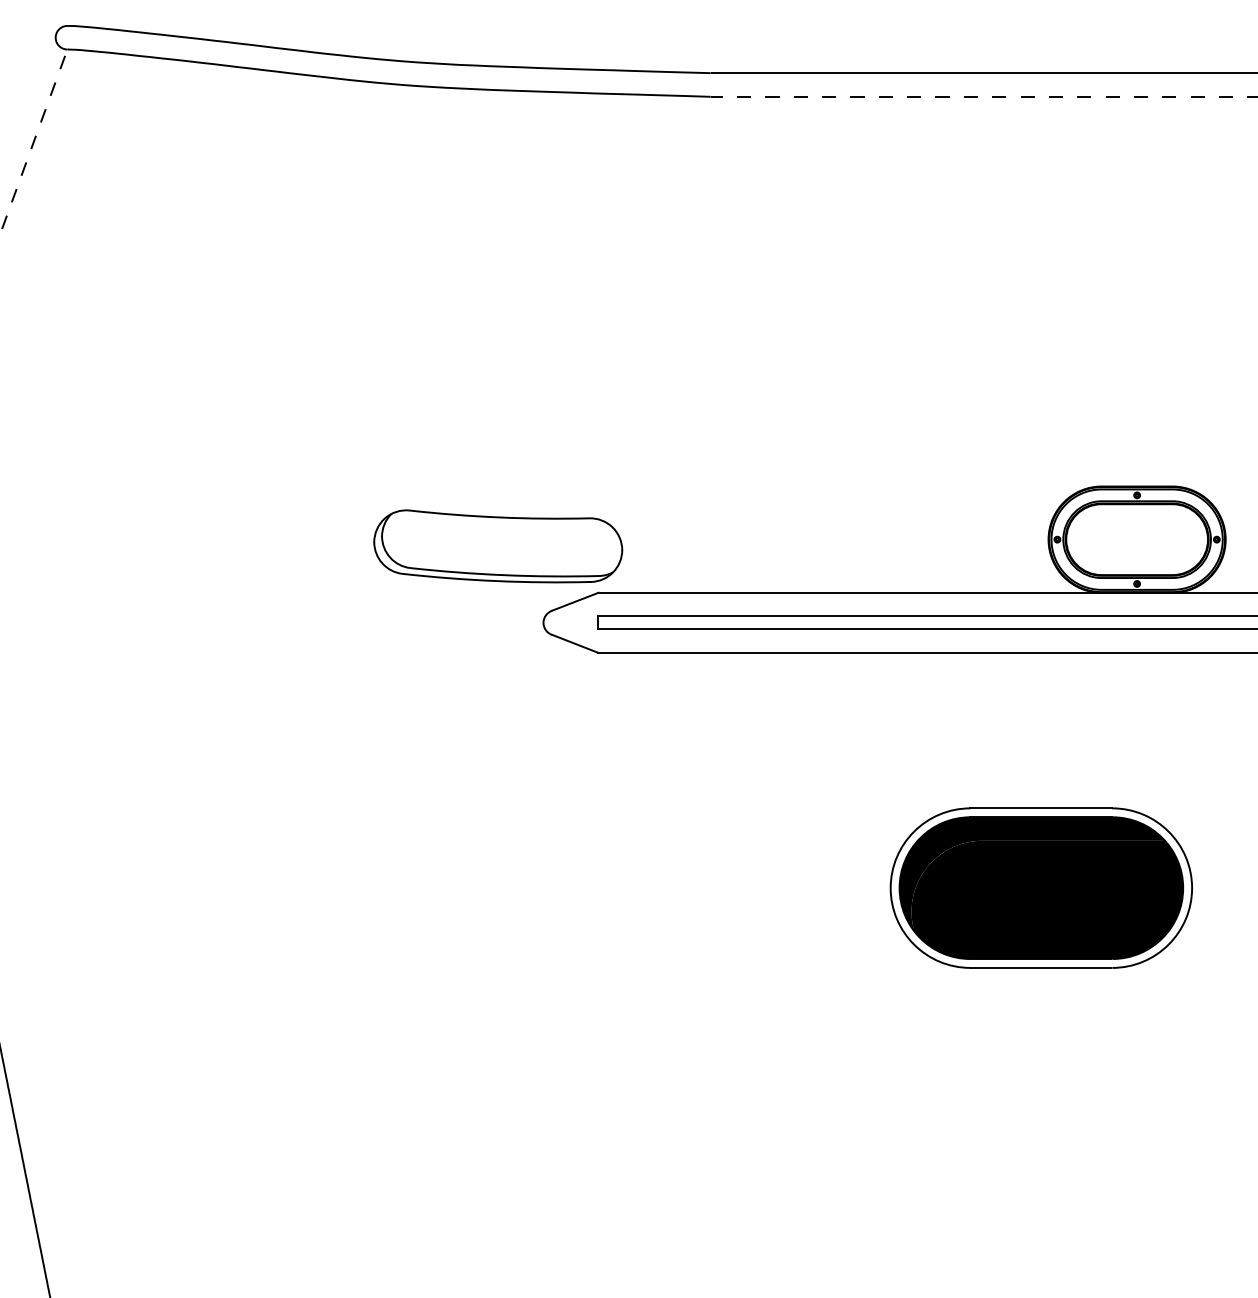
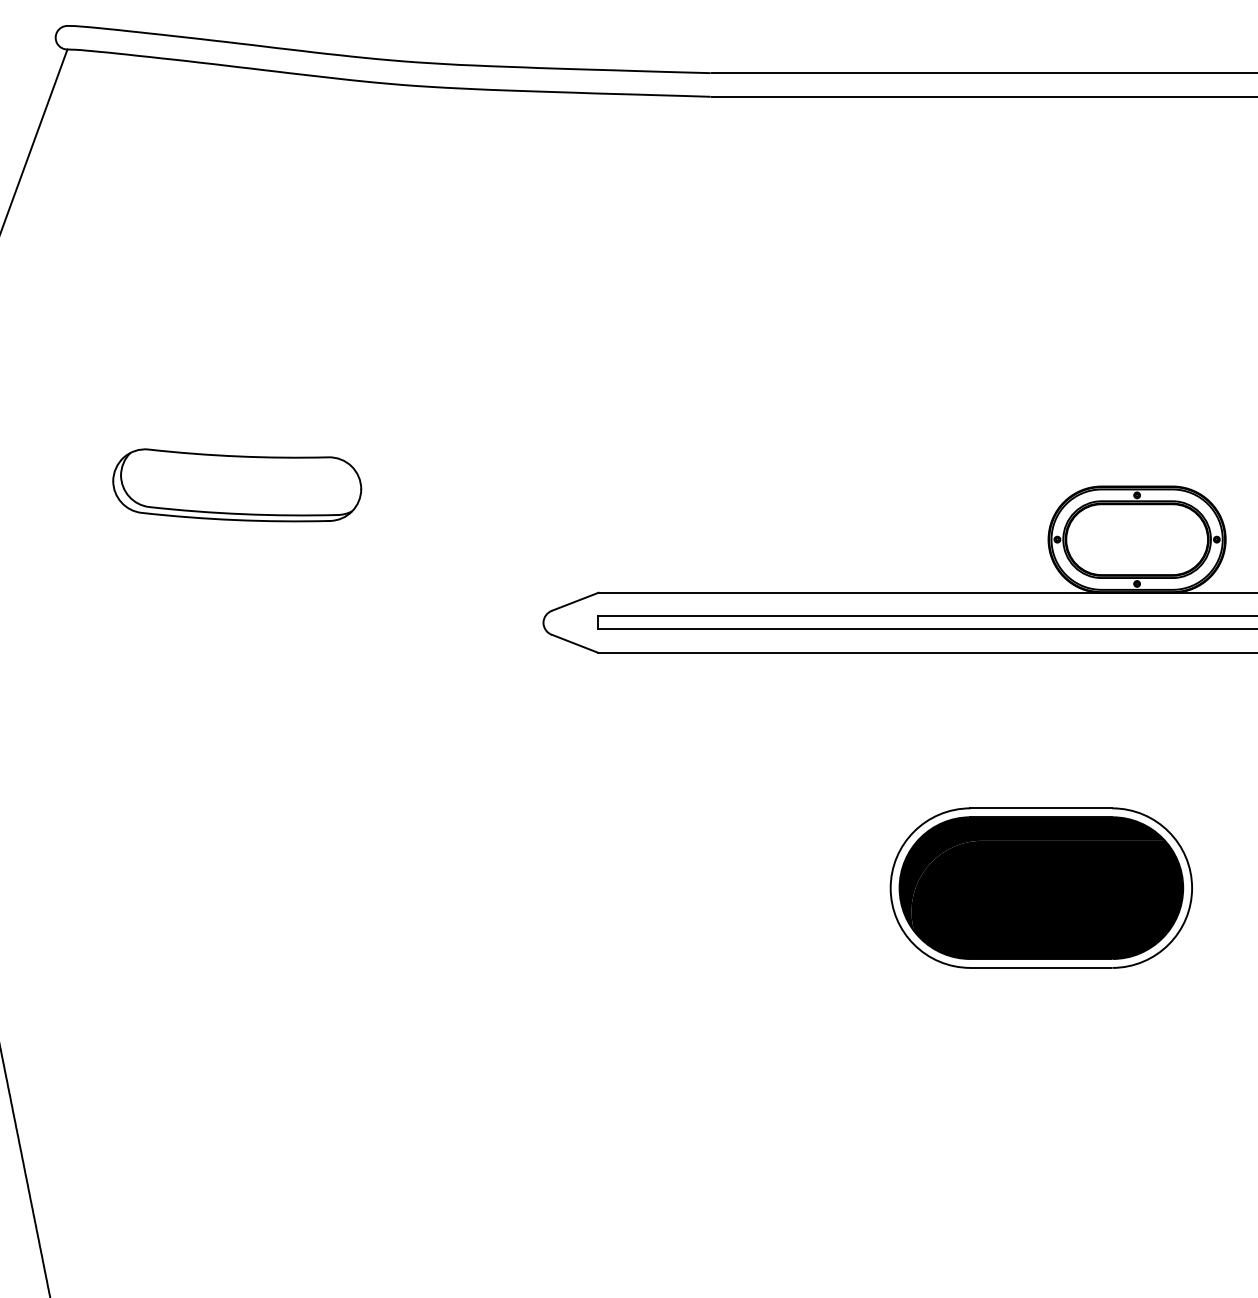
line at (983, 96): dashed -> solid
line at (33, 141): dashed -> solid
part at (498, 546) position: (498, 546) -> (237, 485)
